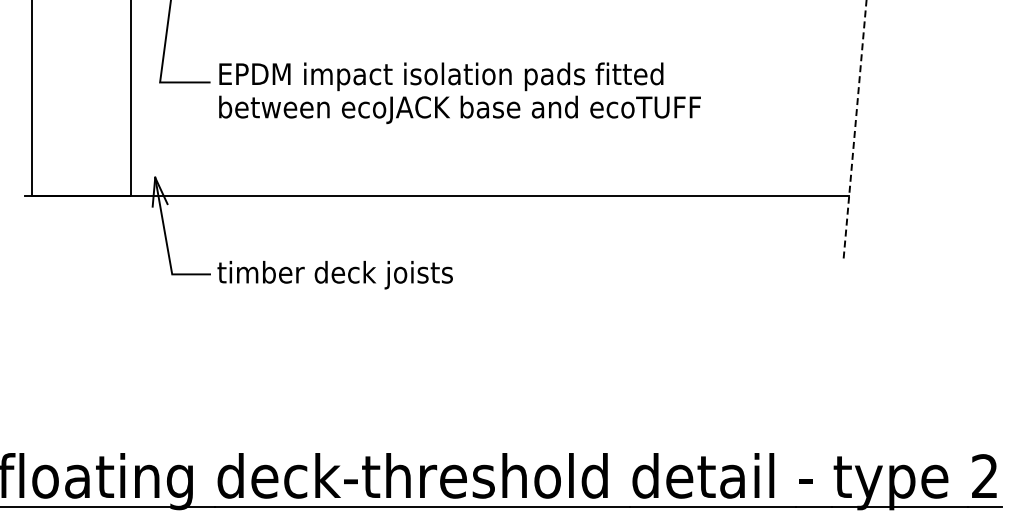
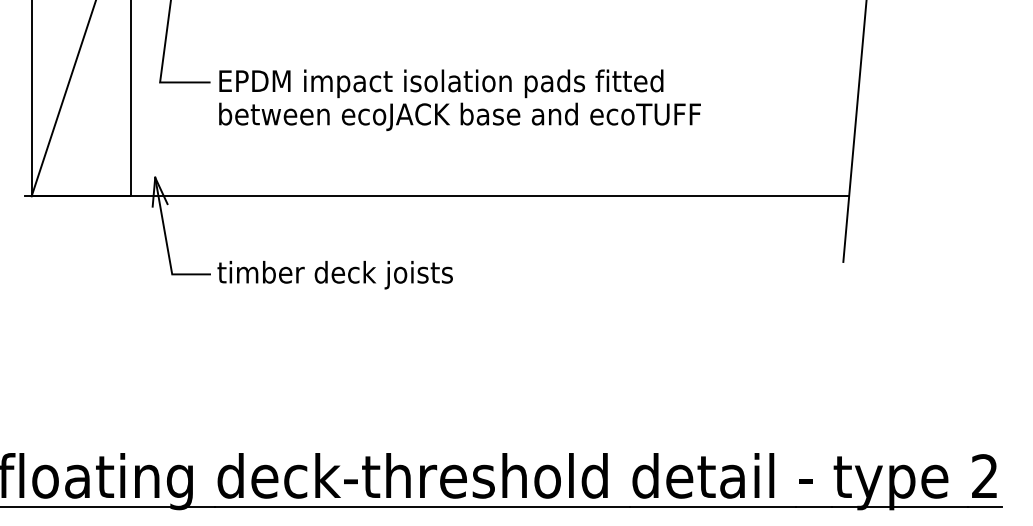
text at (459, 93) position: (459, 93) -> (459, 100)
line at (63, 99): none -> present
line at (854, 131): dashed -> solid
